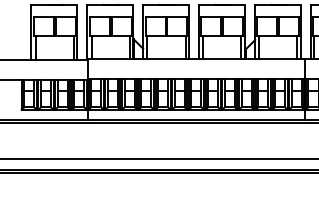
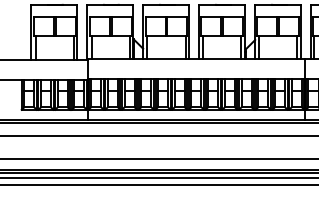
line at (158, 136): none -> present
line at (158, 177): none -> present
line at (158, 184): none -> present
